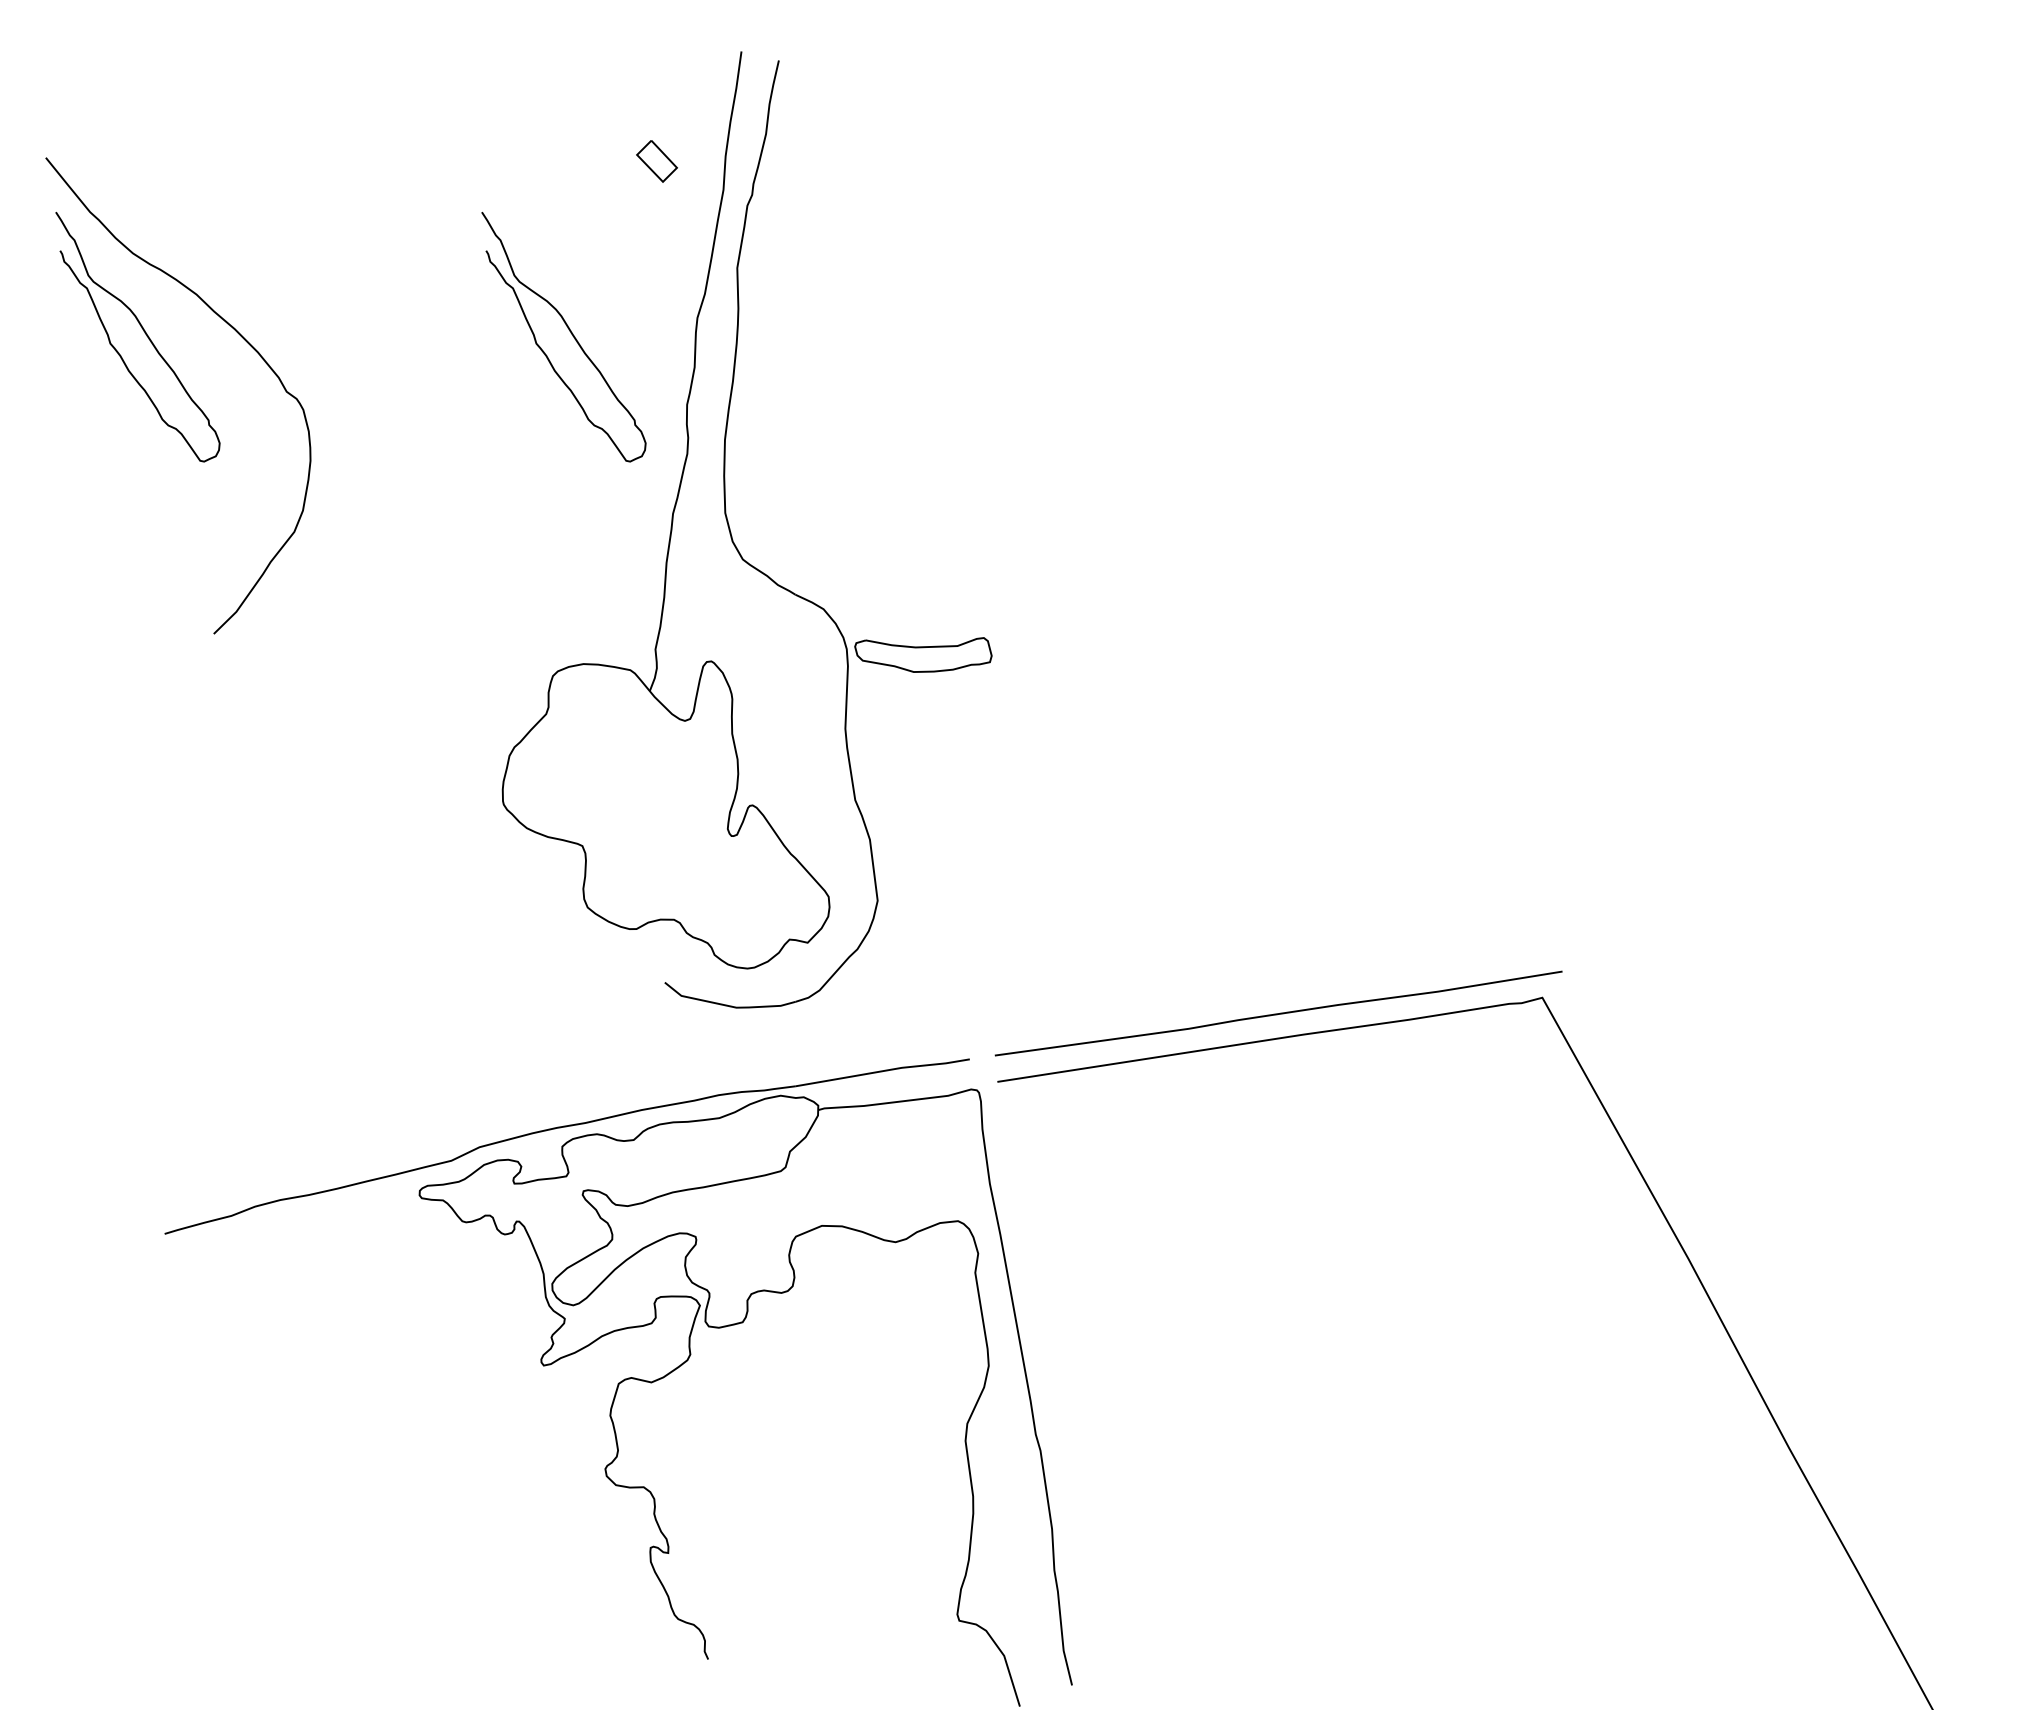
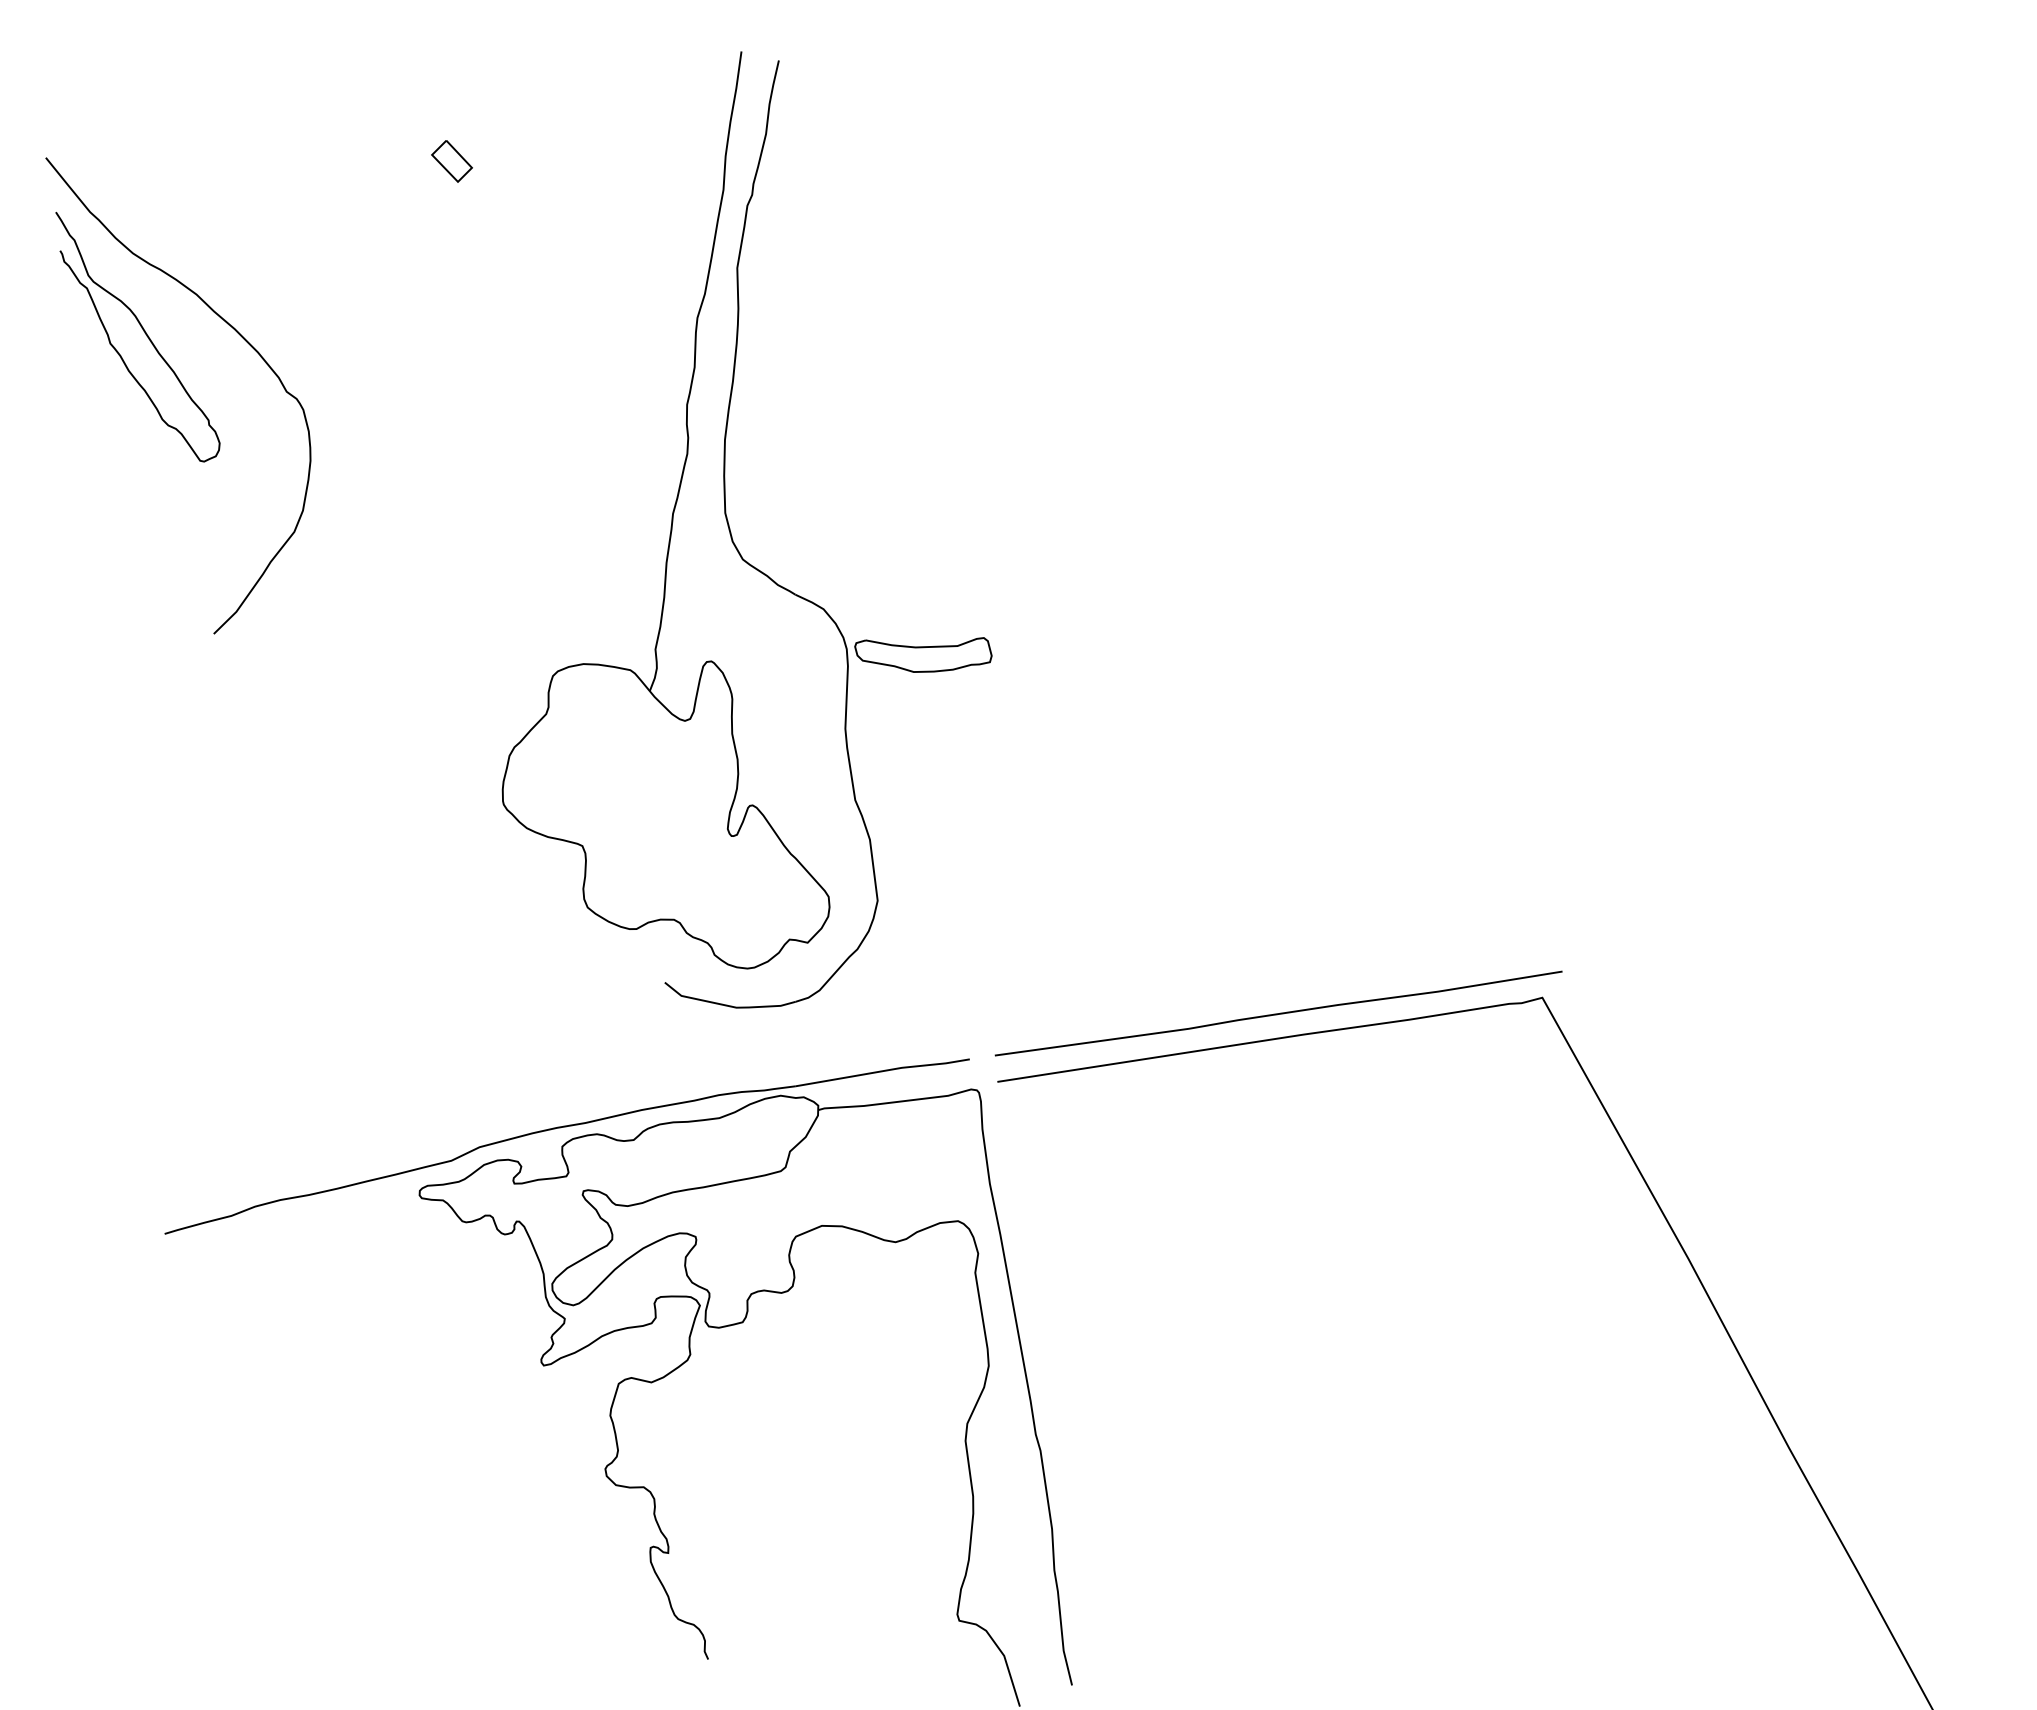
part at (656, 161) position: (656, 161) -> (451, 161)
curve at (570, 333): present -> none
